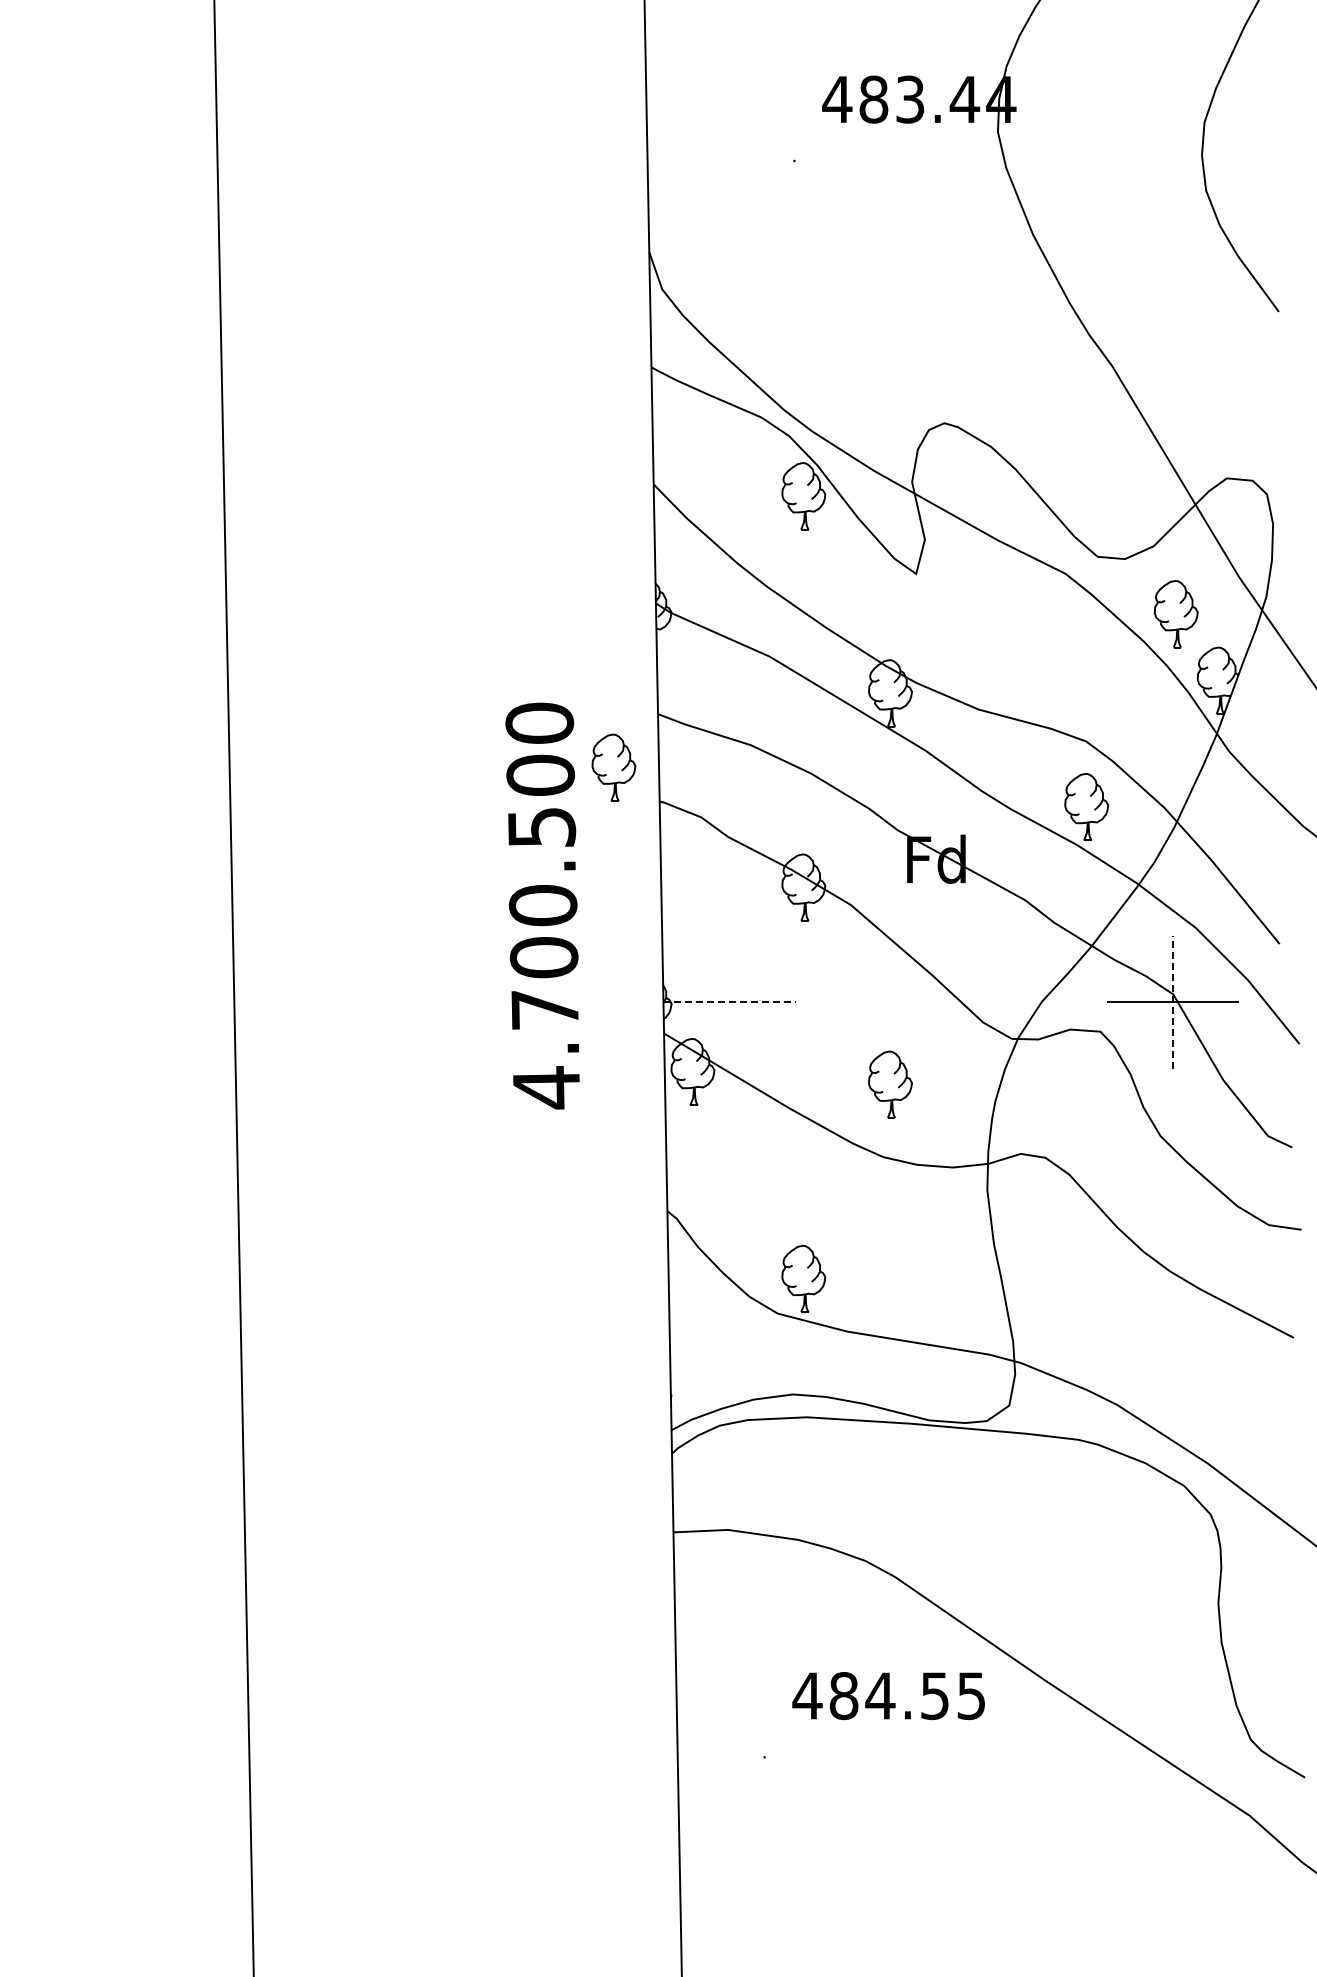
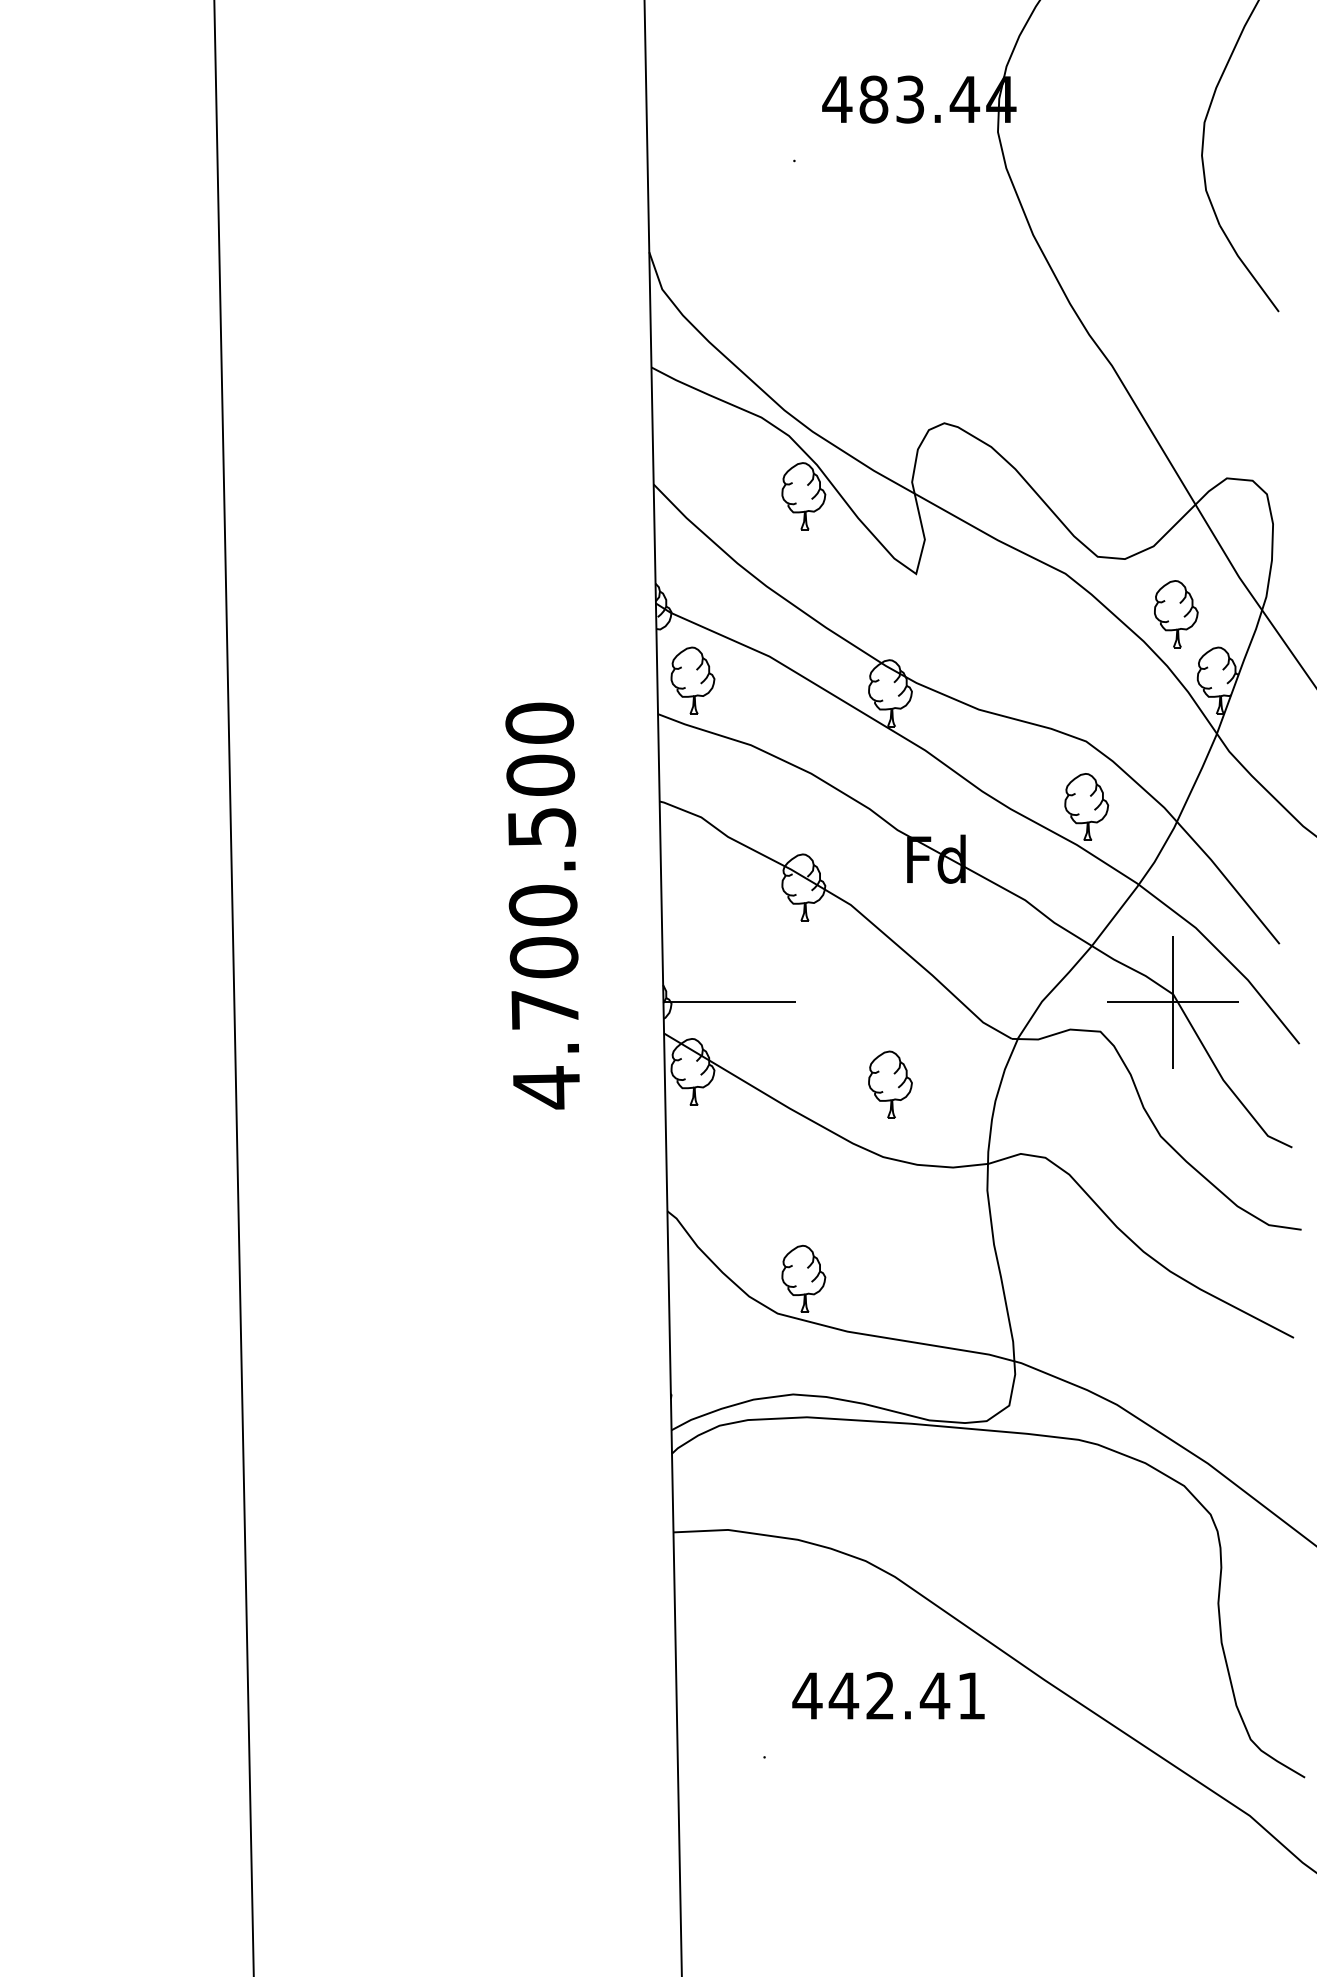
part at (613, 767) position: (613, 767) -> (692, 680)
line at (1173, 1001): dashed -> solid
line at (730, 1002): dashed -> solid
text at (906, 1696): 484.55 -> 442.41
